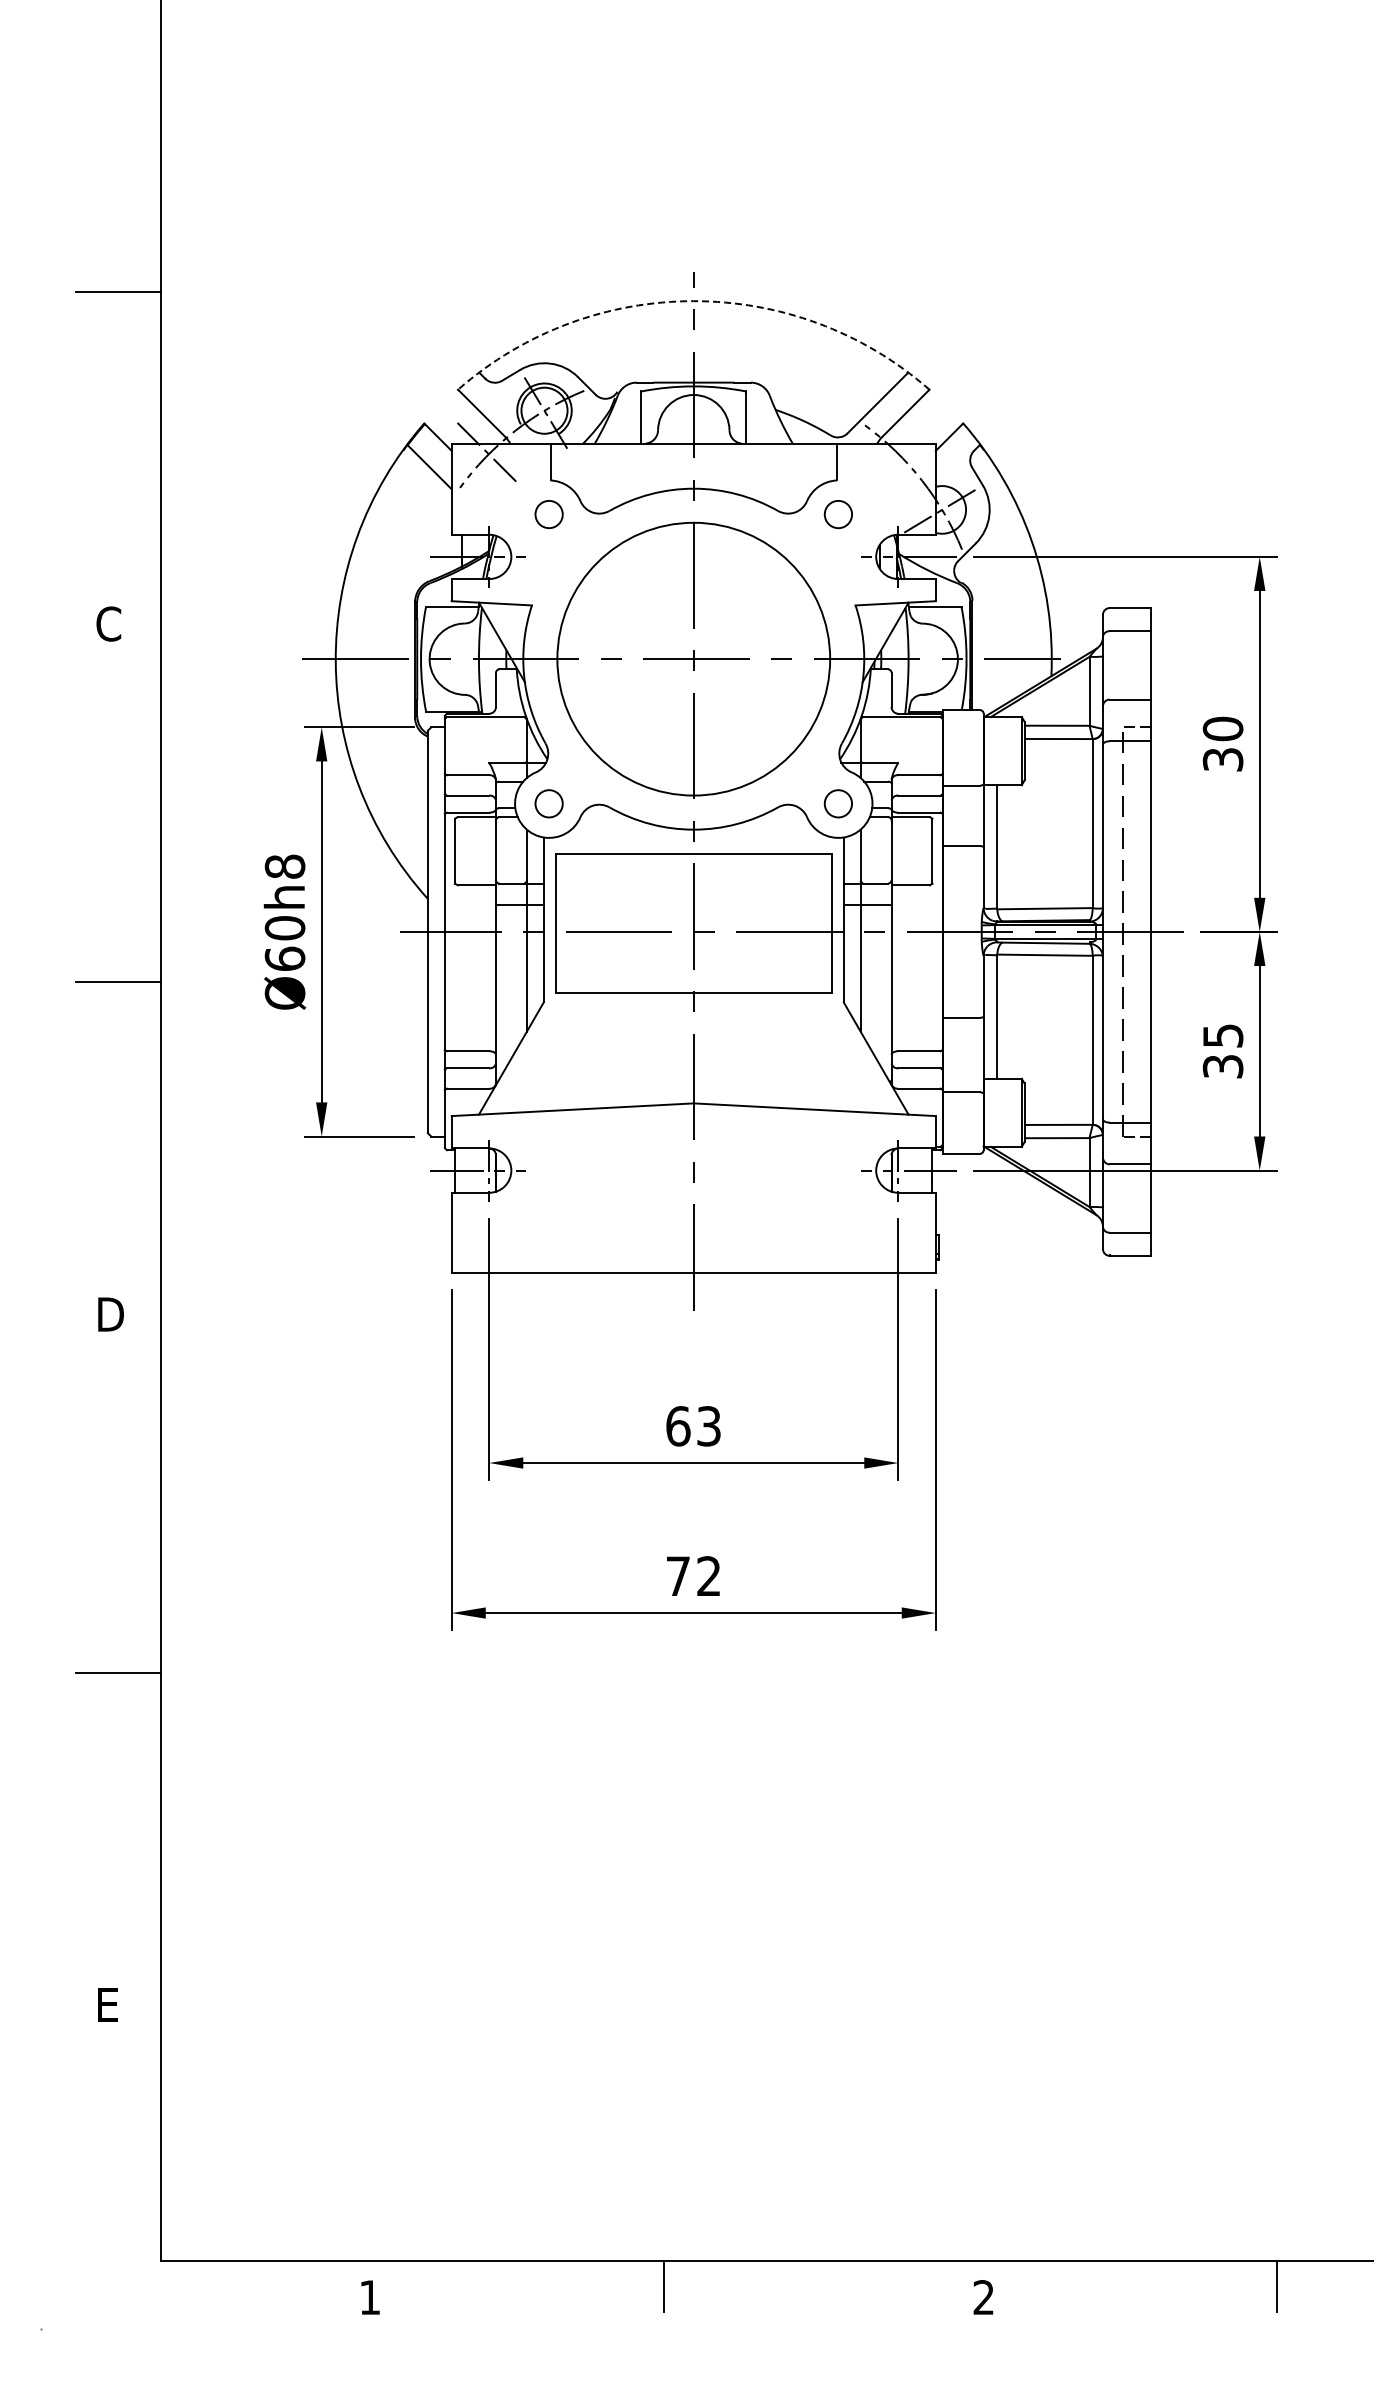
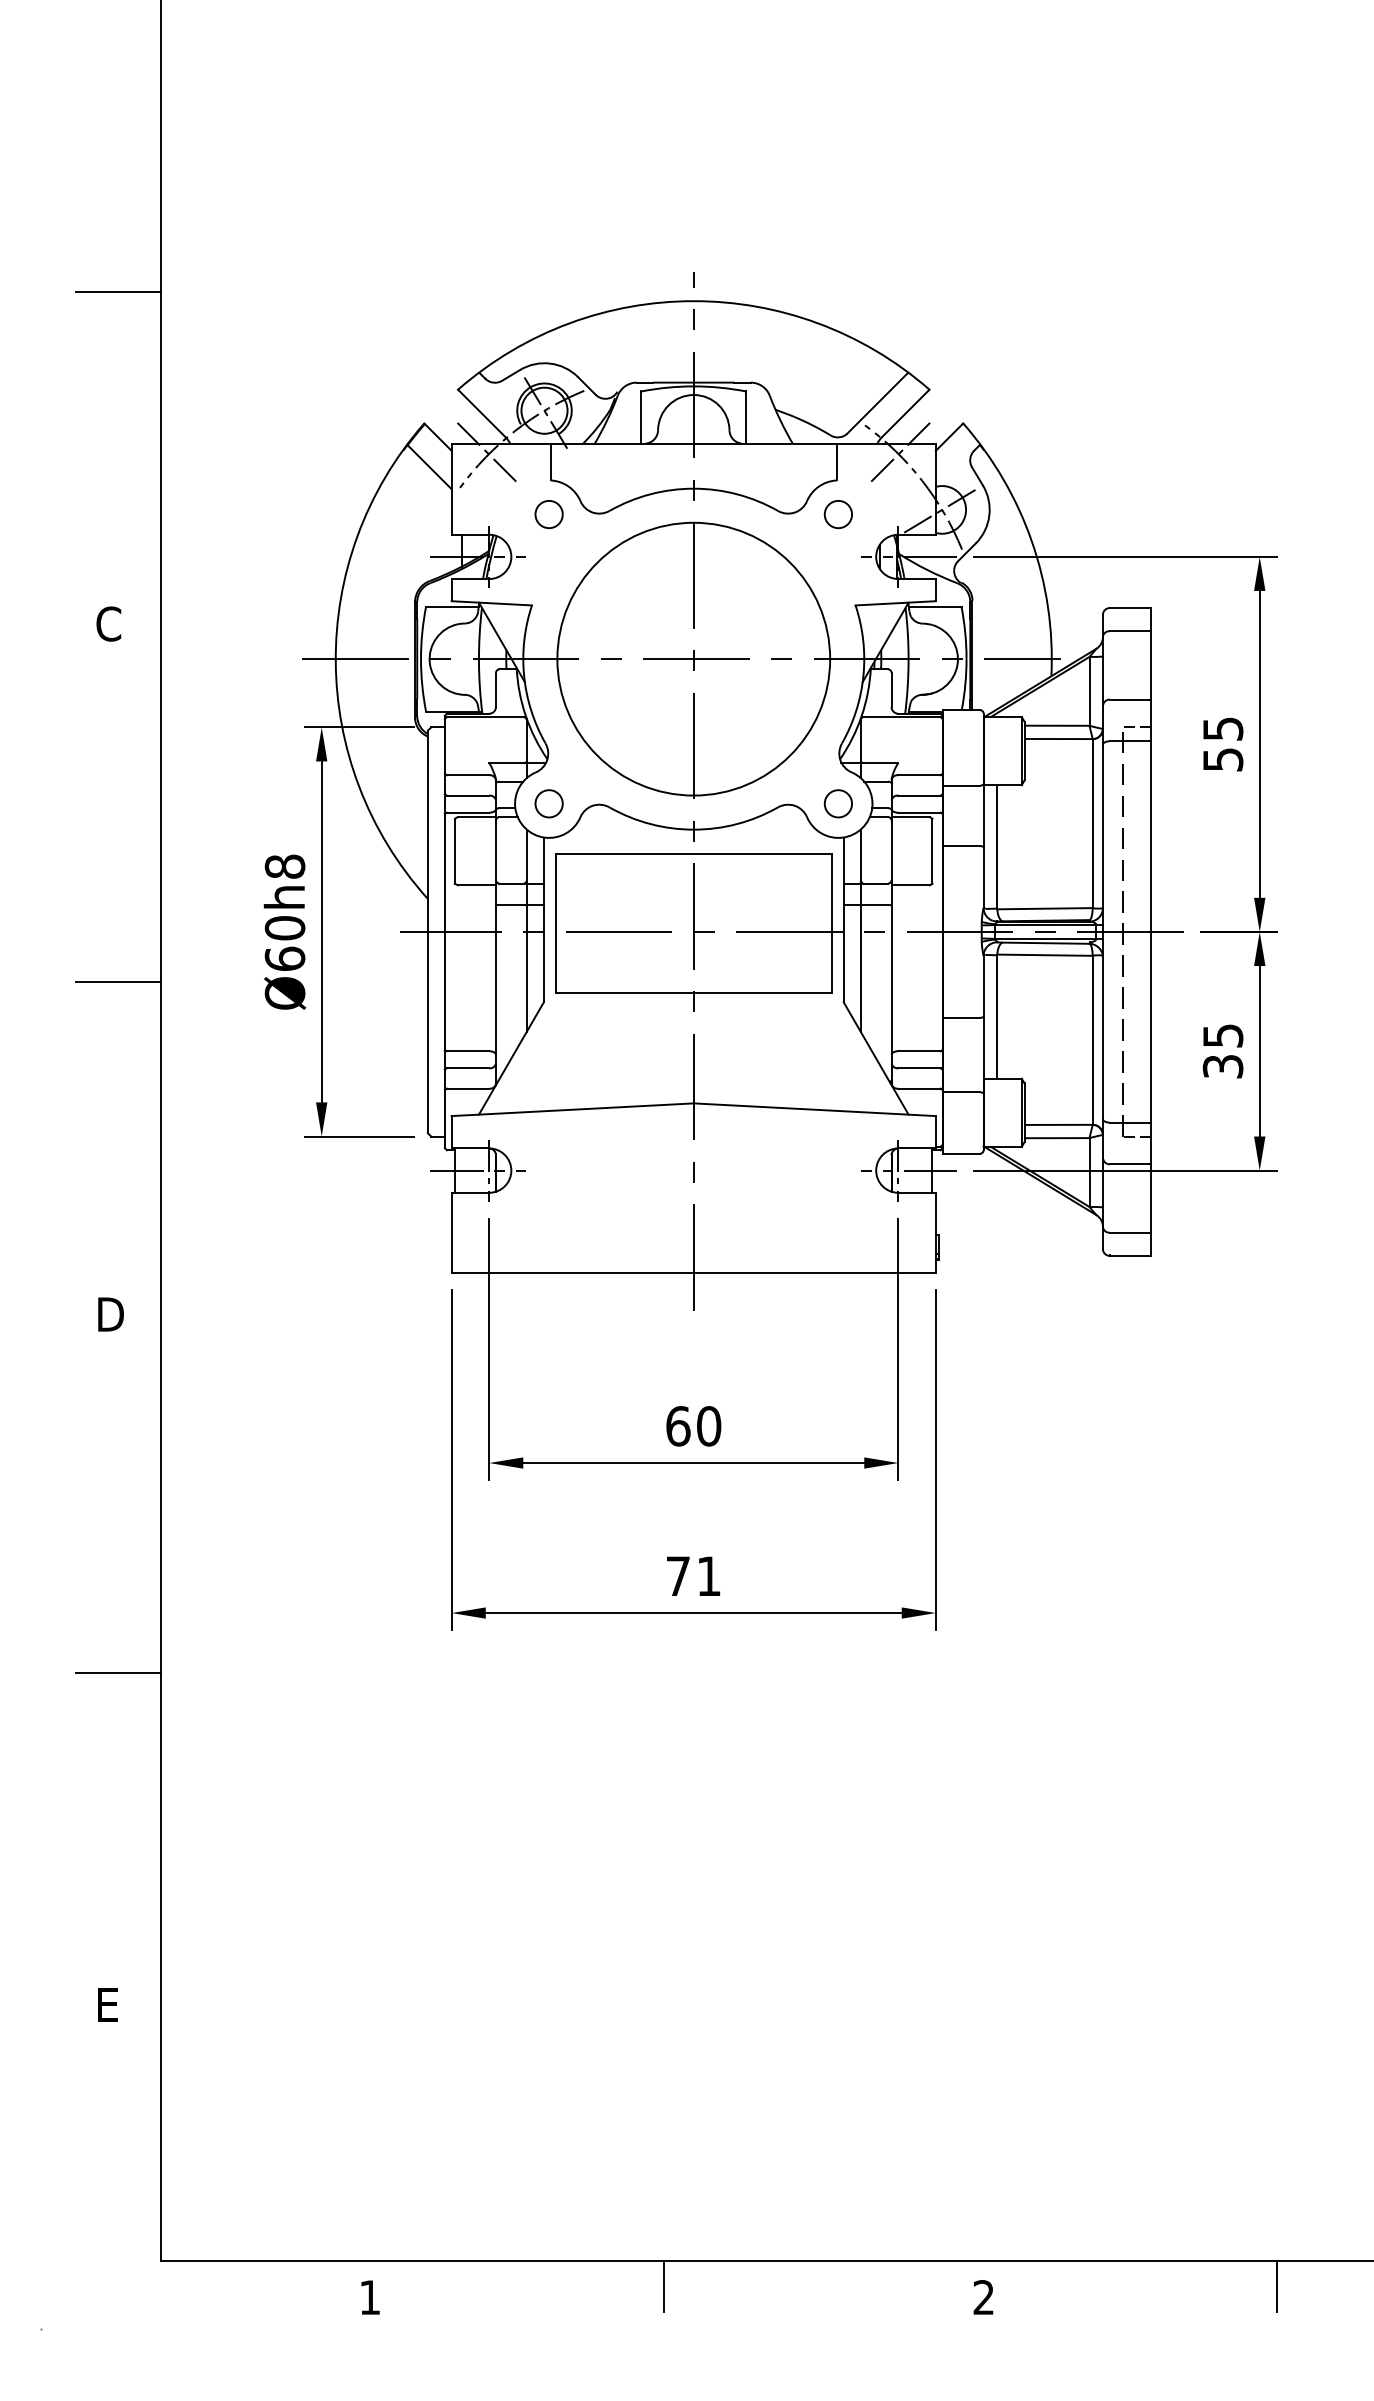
arc at (693, 301): dashed -> solid
line at (898, 453): none -> present
text at (1222, 743): 30 -> 55
text at (709, 1426): 63 -> 60
text at (708, 1575): 72 -> 71
